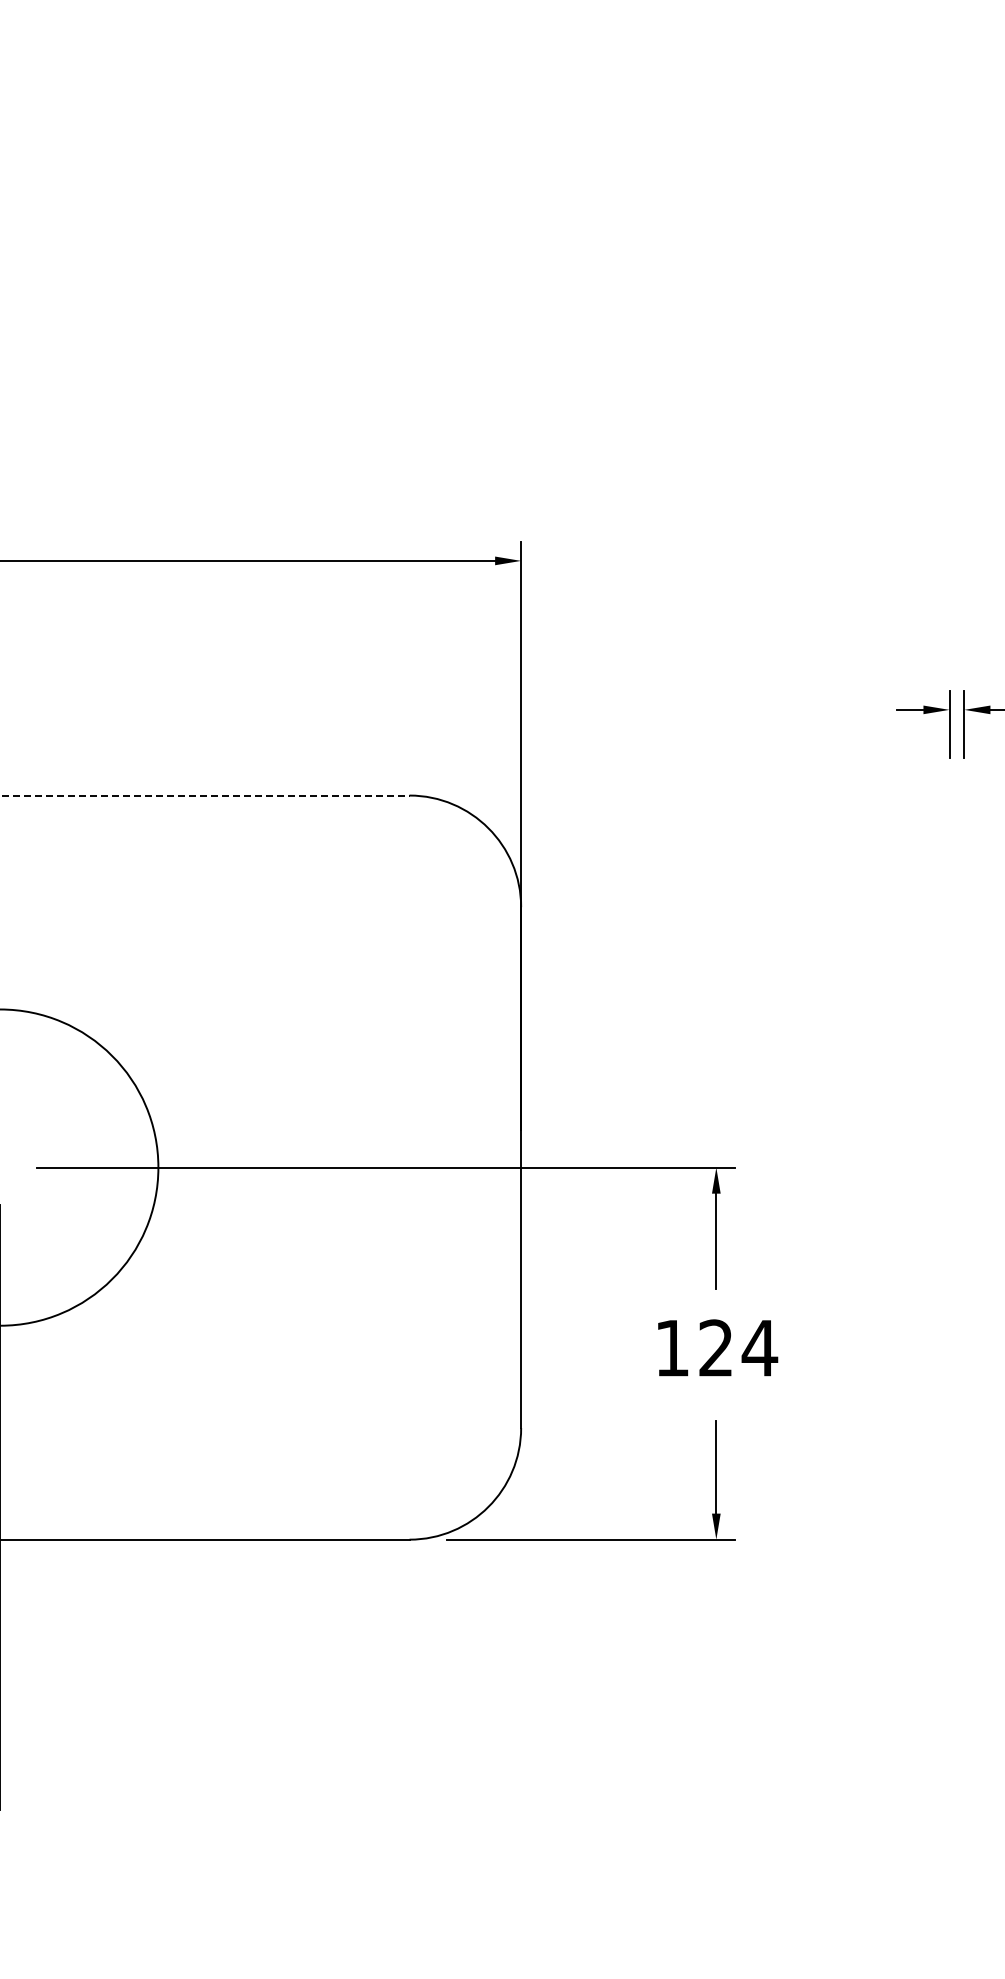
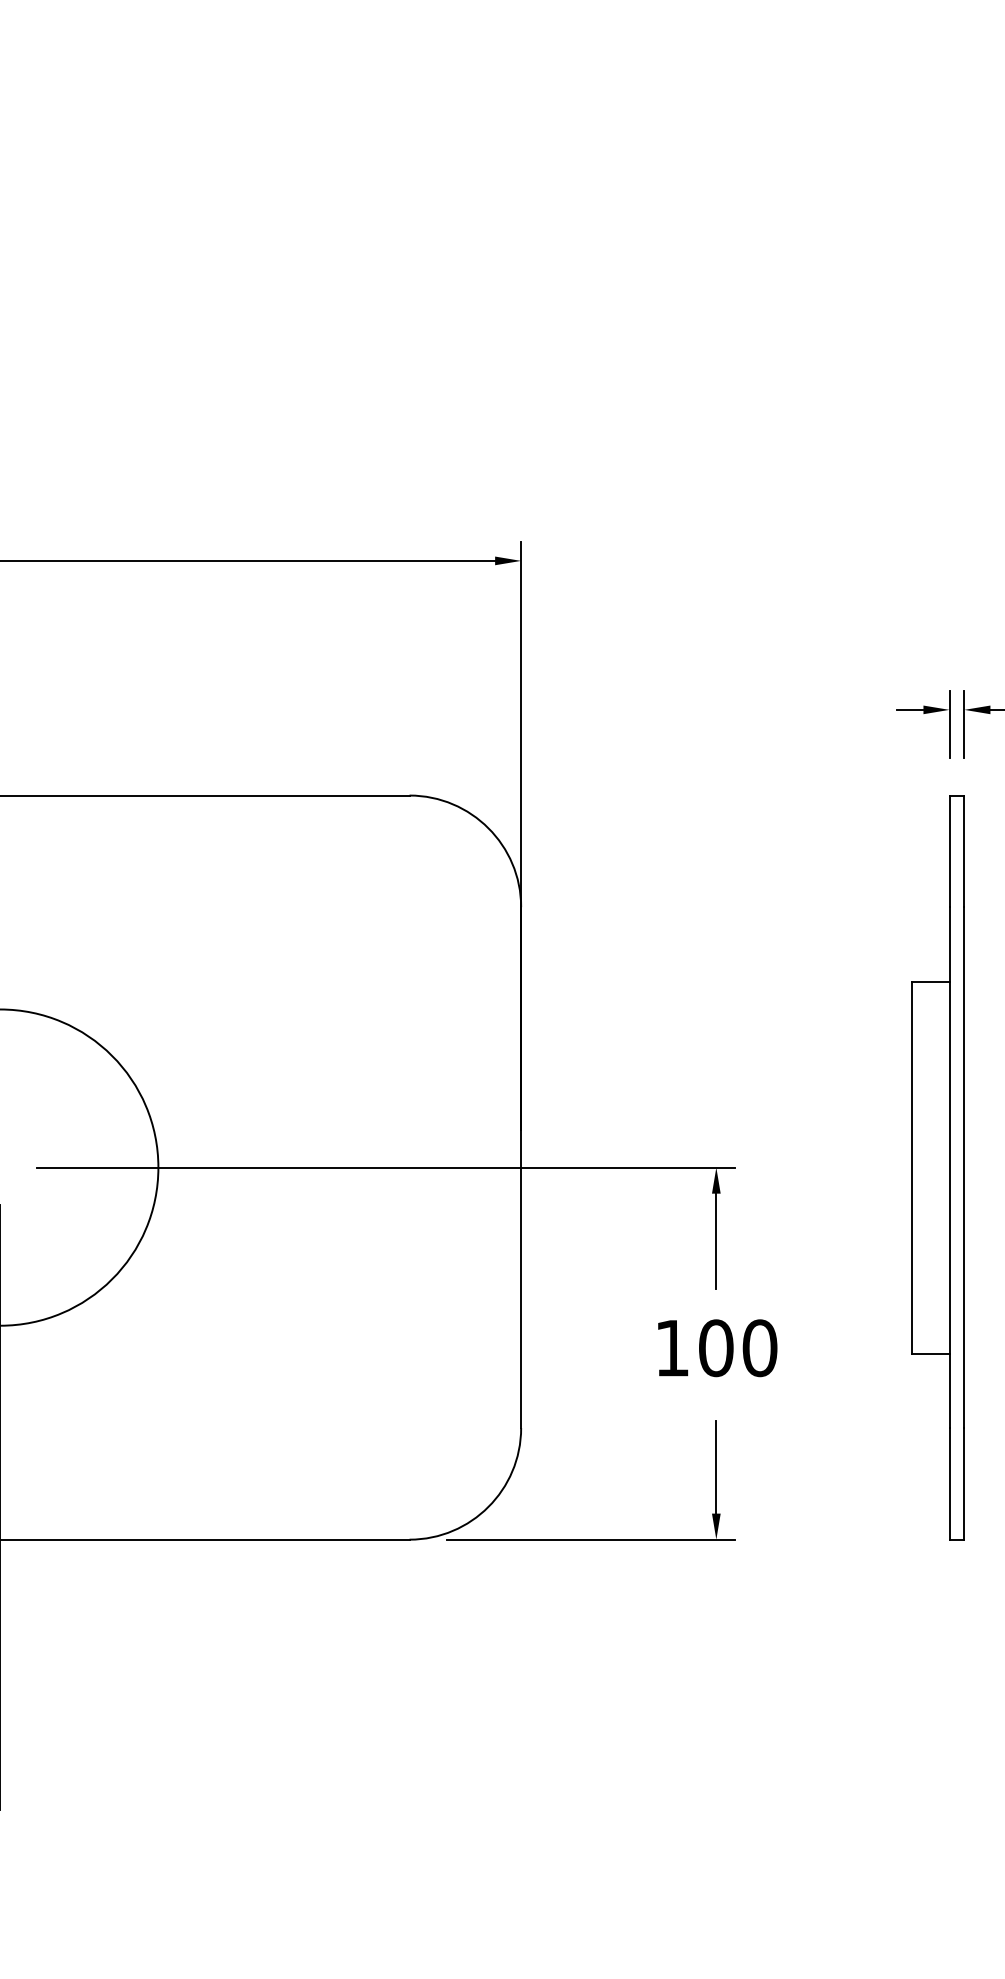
line at (205, 795): dashed -> solid
part at (937, 1167): none -> present
text at (738, 1348): 124 -> 100
